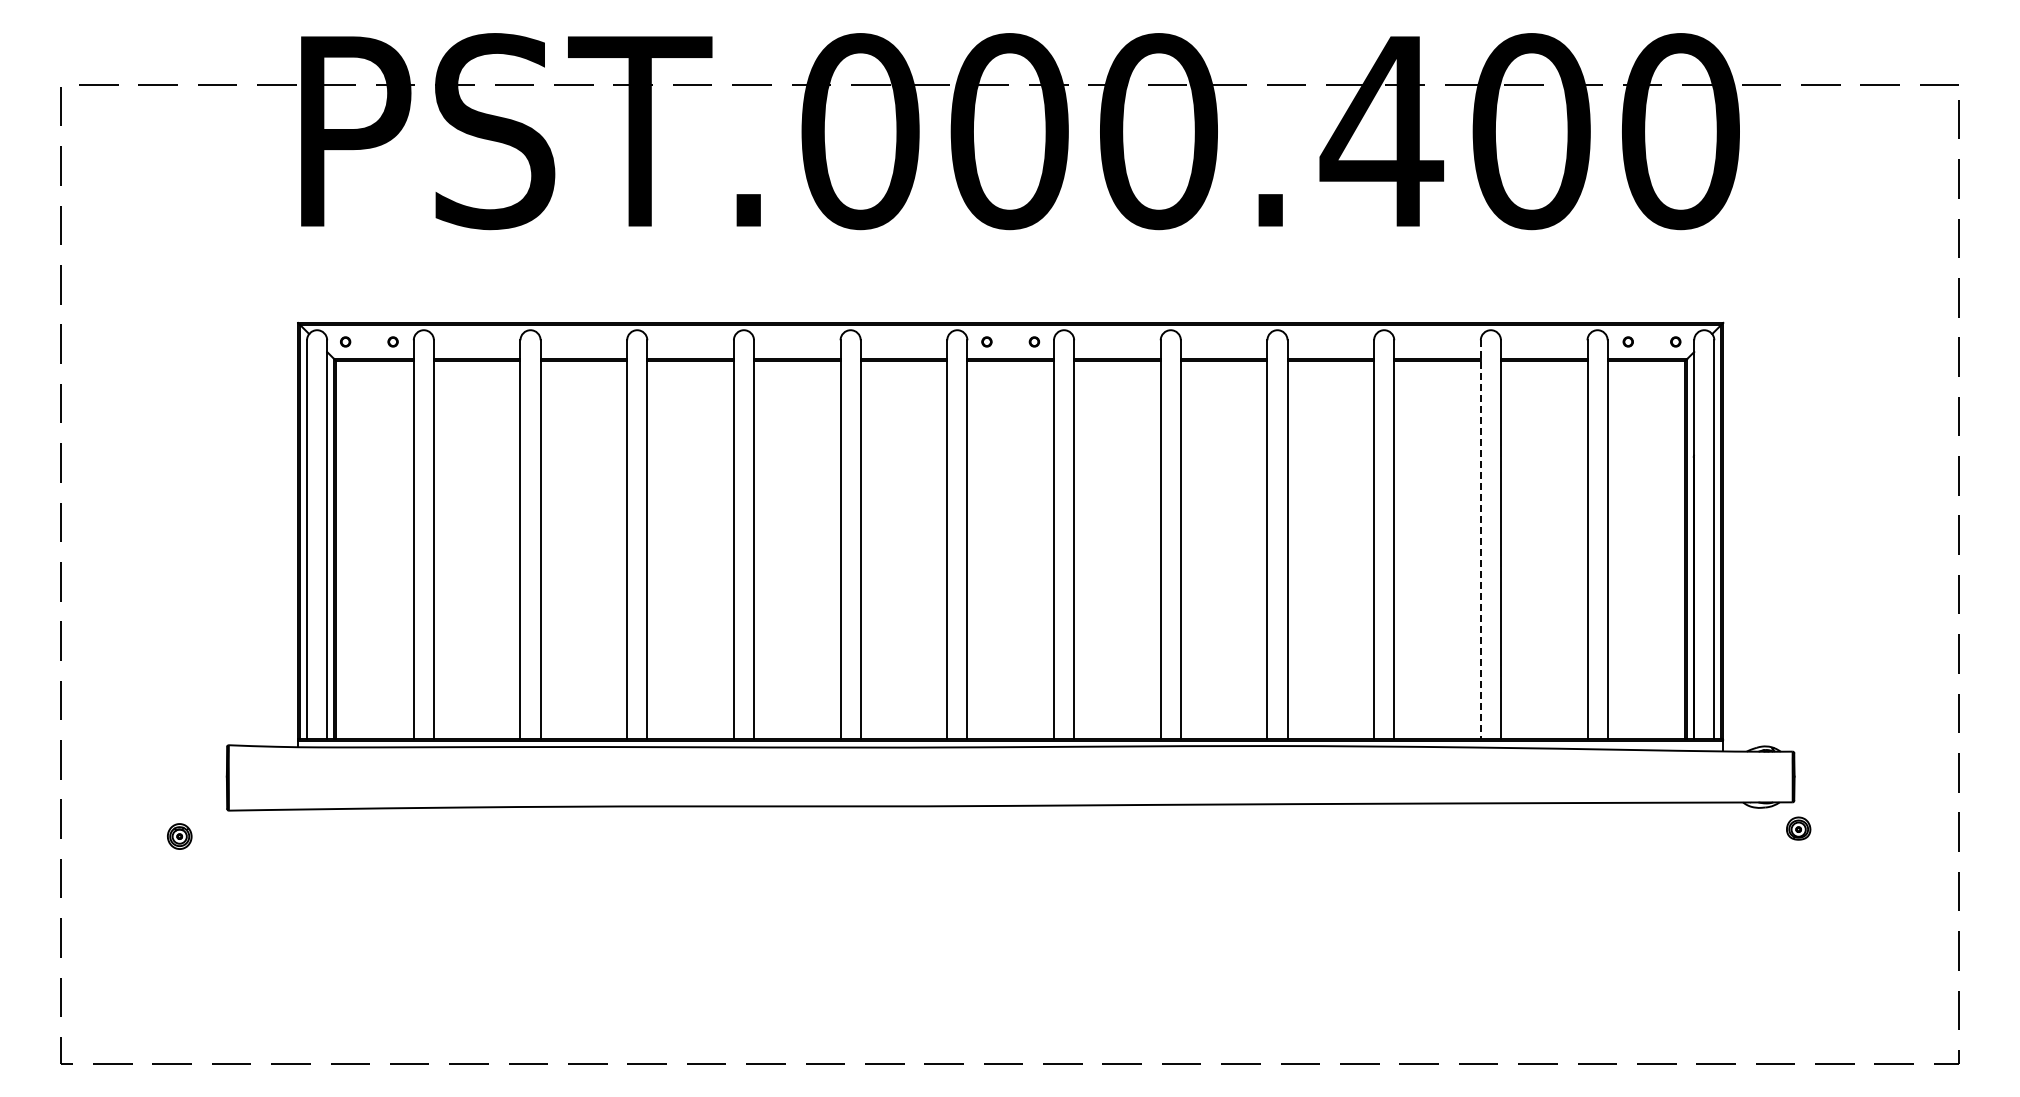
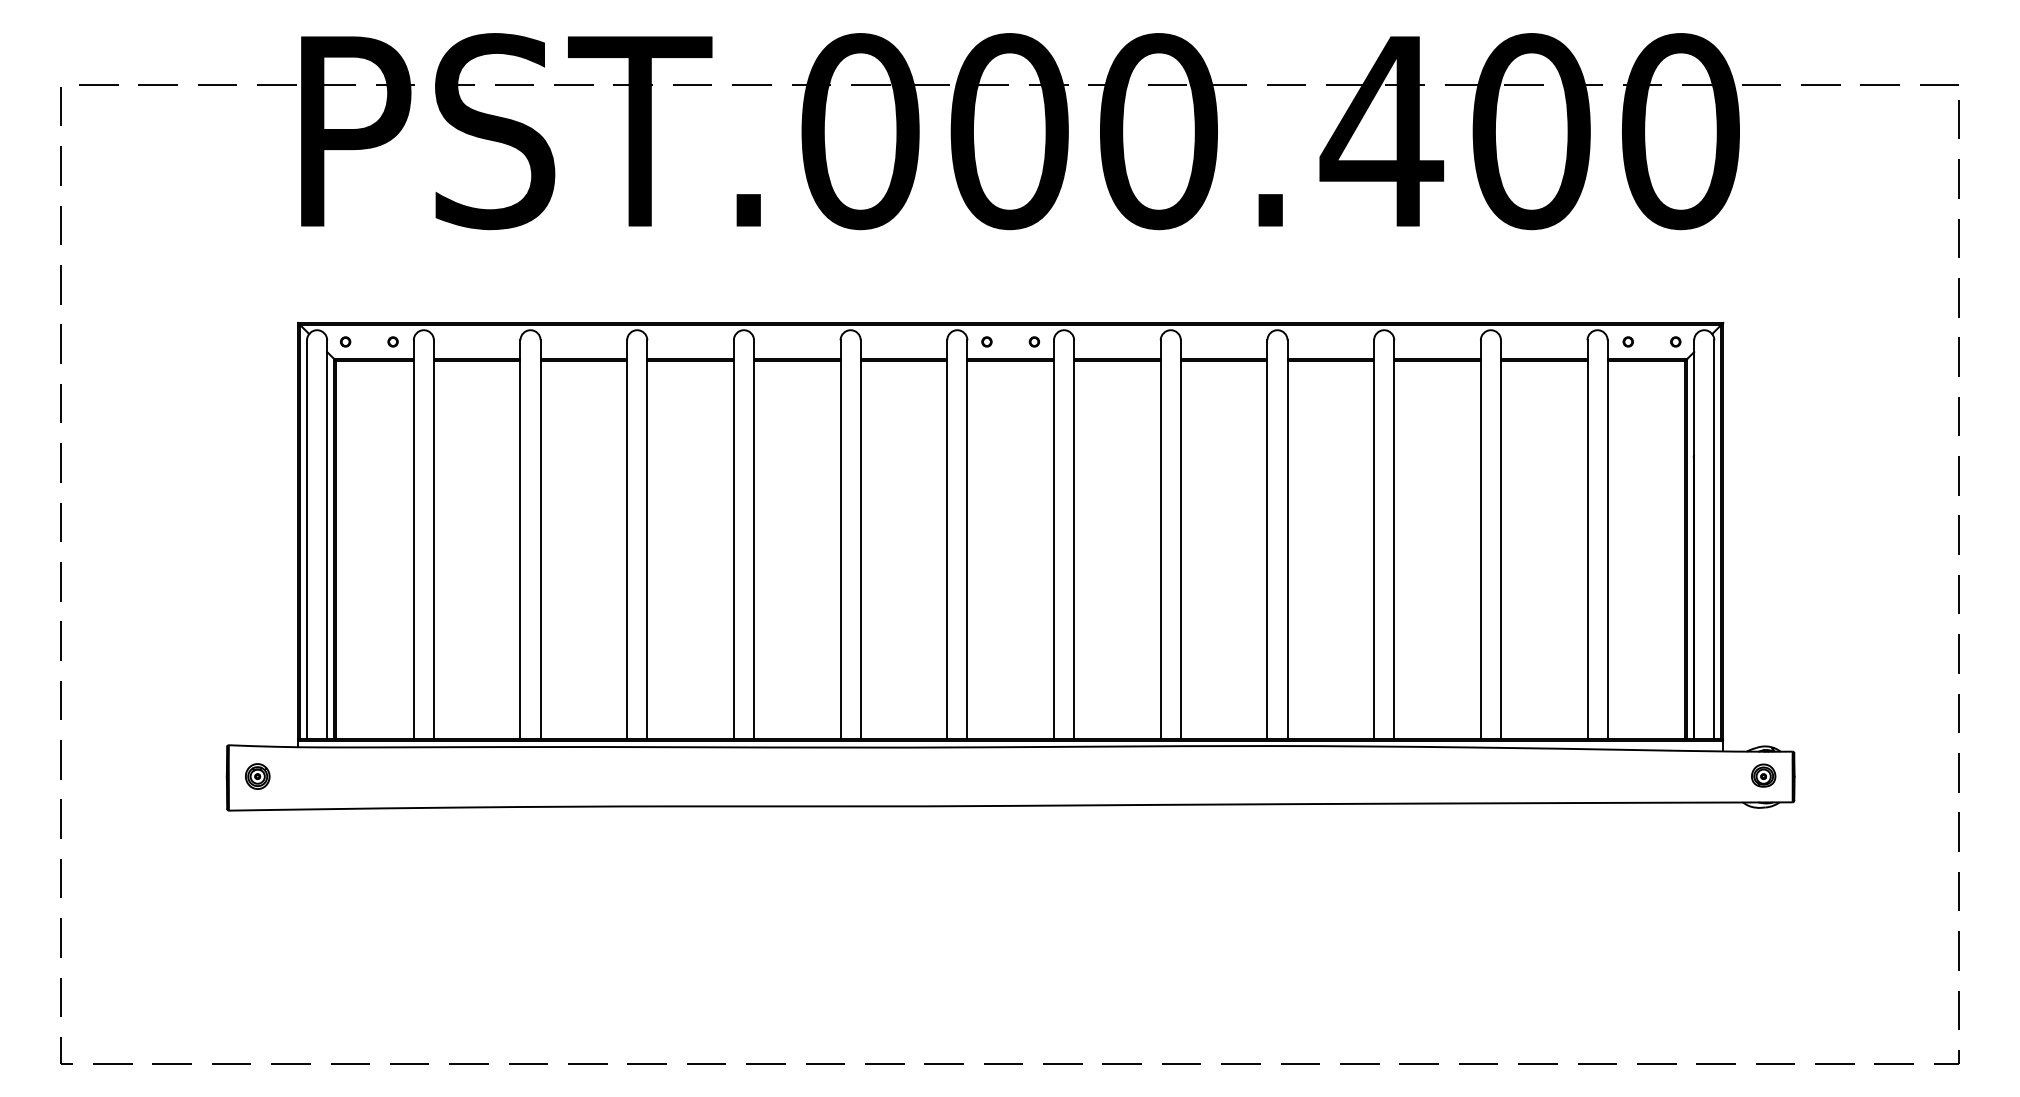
line at (1480, 539): dashed -> solid
part at (1798, 828) position: (1798, 828) -> (1763, 775)
part at (179, 836) position: (179, 836) -> (257, 776)
